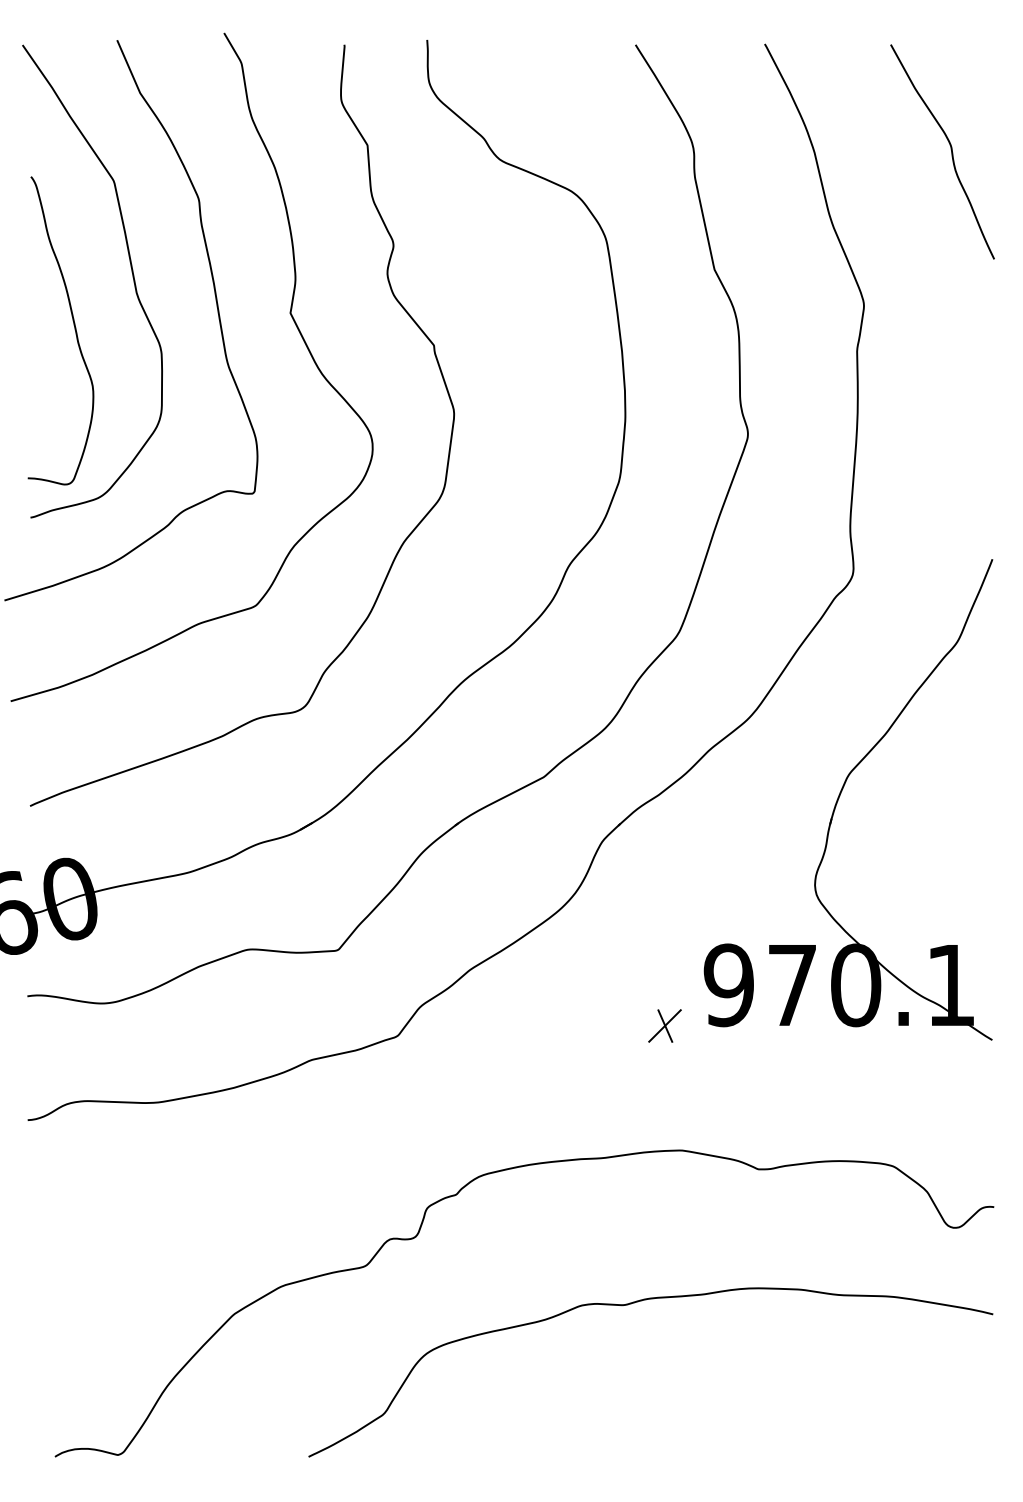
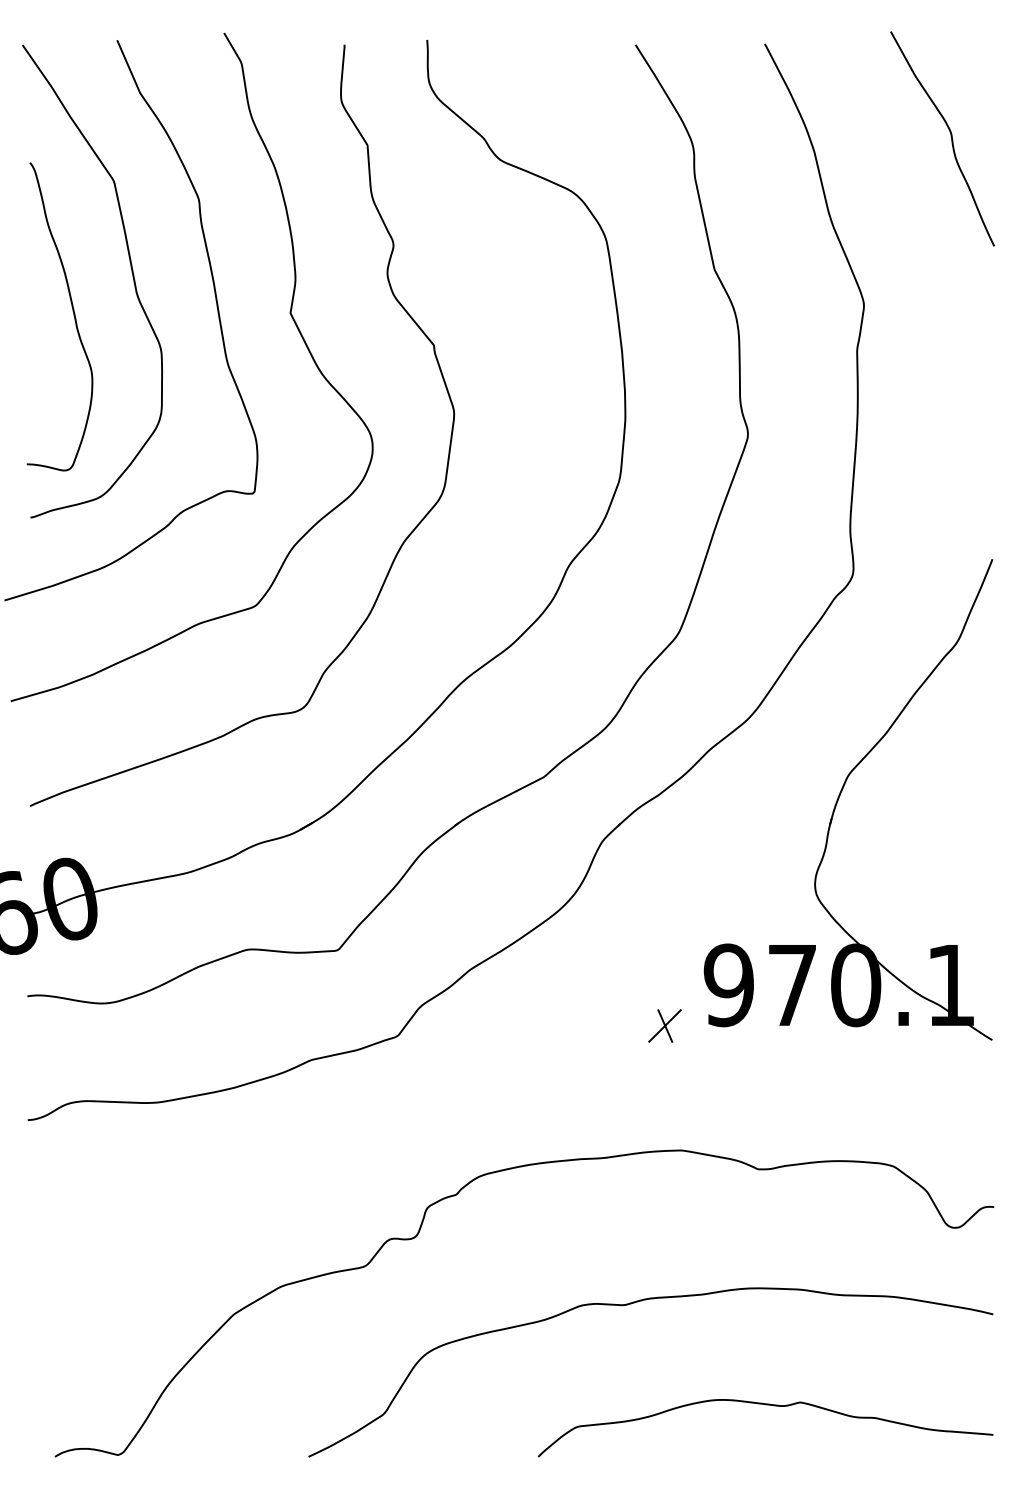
curve at (950, 149) position: (950, 149) -> (950, 136)
curve at (73, 325) position: (73, 325) -> (72, 311)
curve at (765, 1405): none -> present
